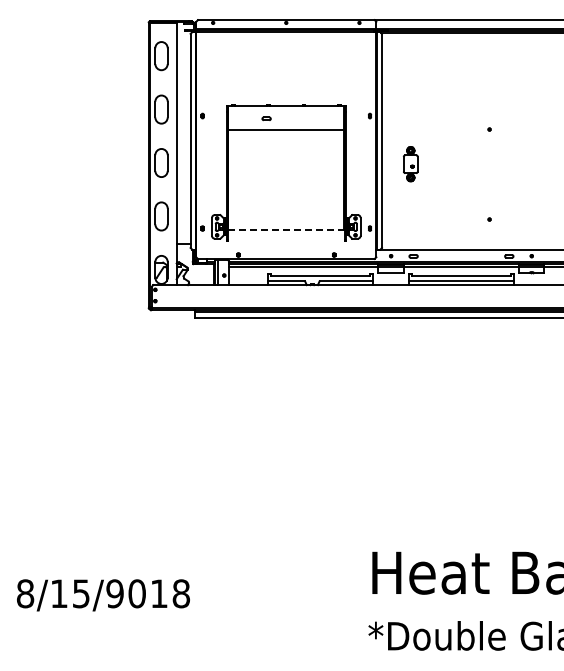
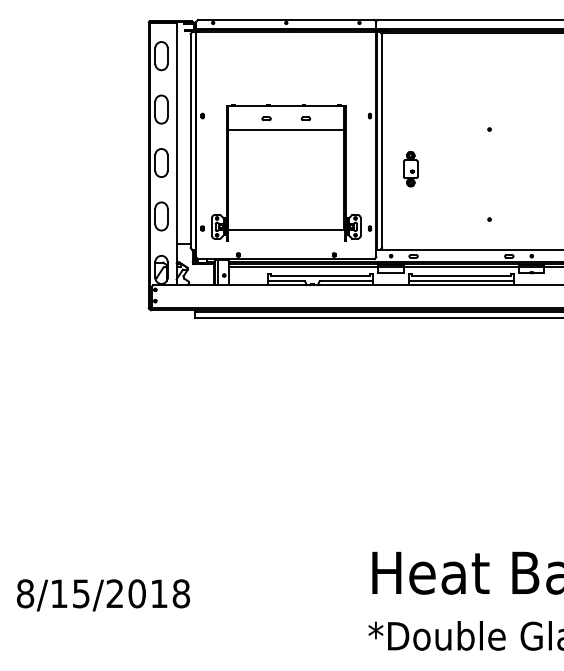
part at (305, 118): none -> present
part at (410, 164) position: (410, 164) -> (410, 169)
line at (286, 229): dashed -> solid
text at (114, 593): 8/15/9018 -> 8/15/2018
